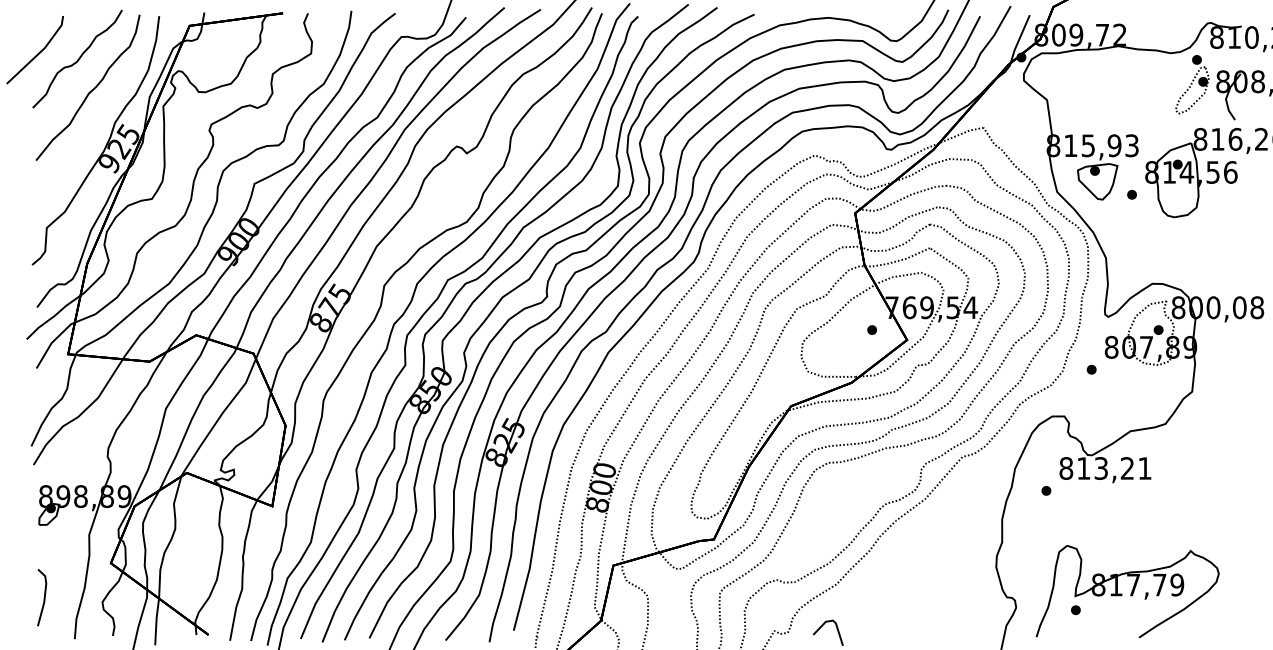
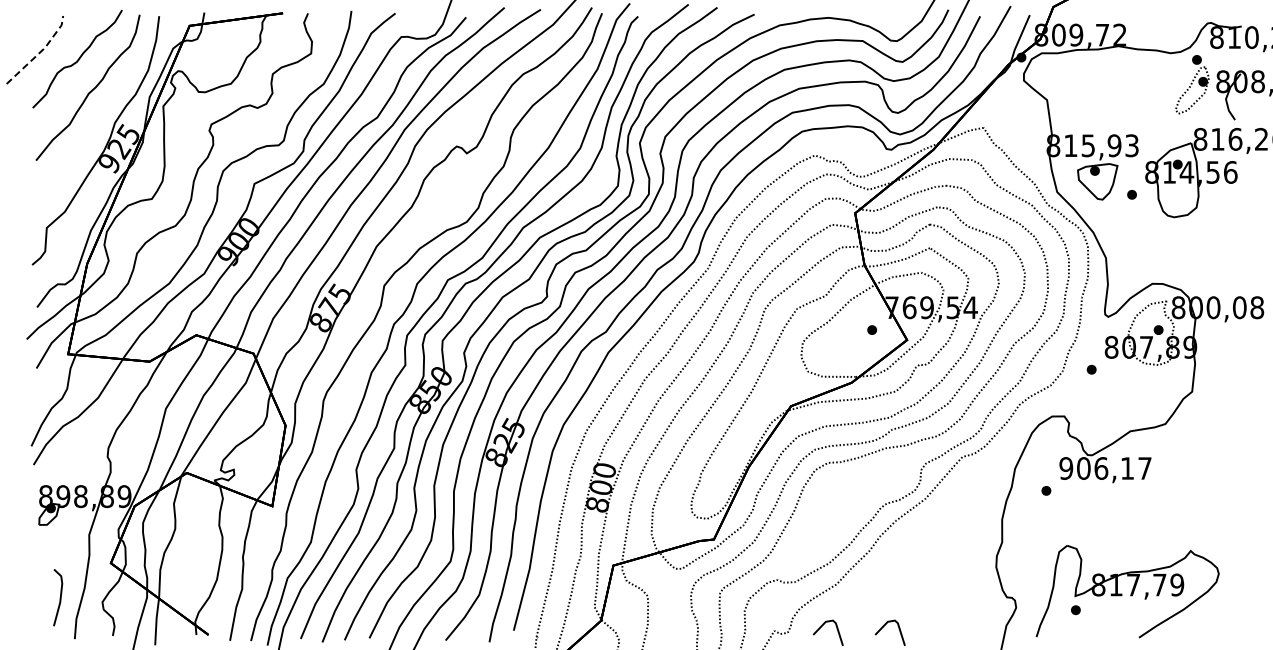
line at (40, 51): solid -> dashed
text at (1105, 468): 813,21 -> 906,17
line at (43, 597) position: (43, 597) -> (59, 597)
line at (884, 626): none -> present
